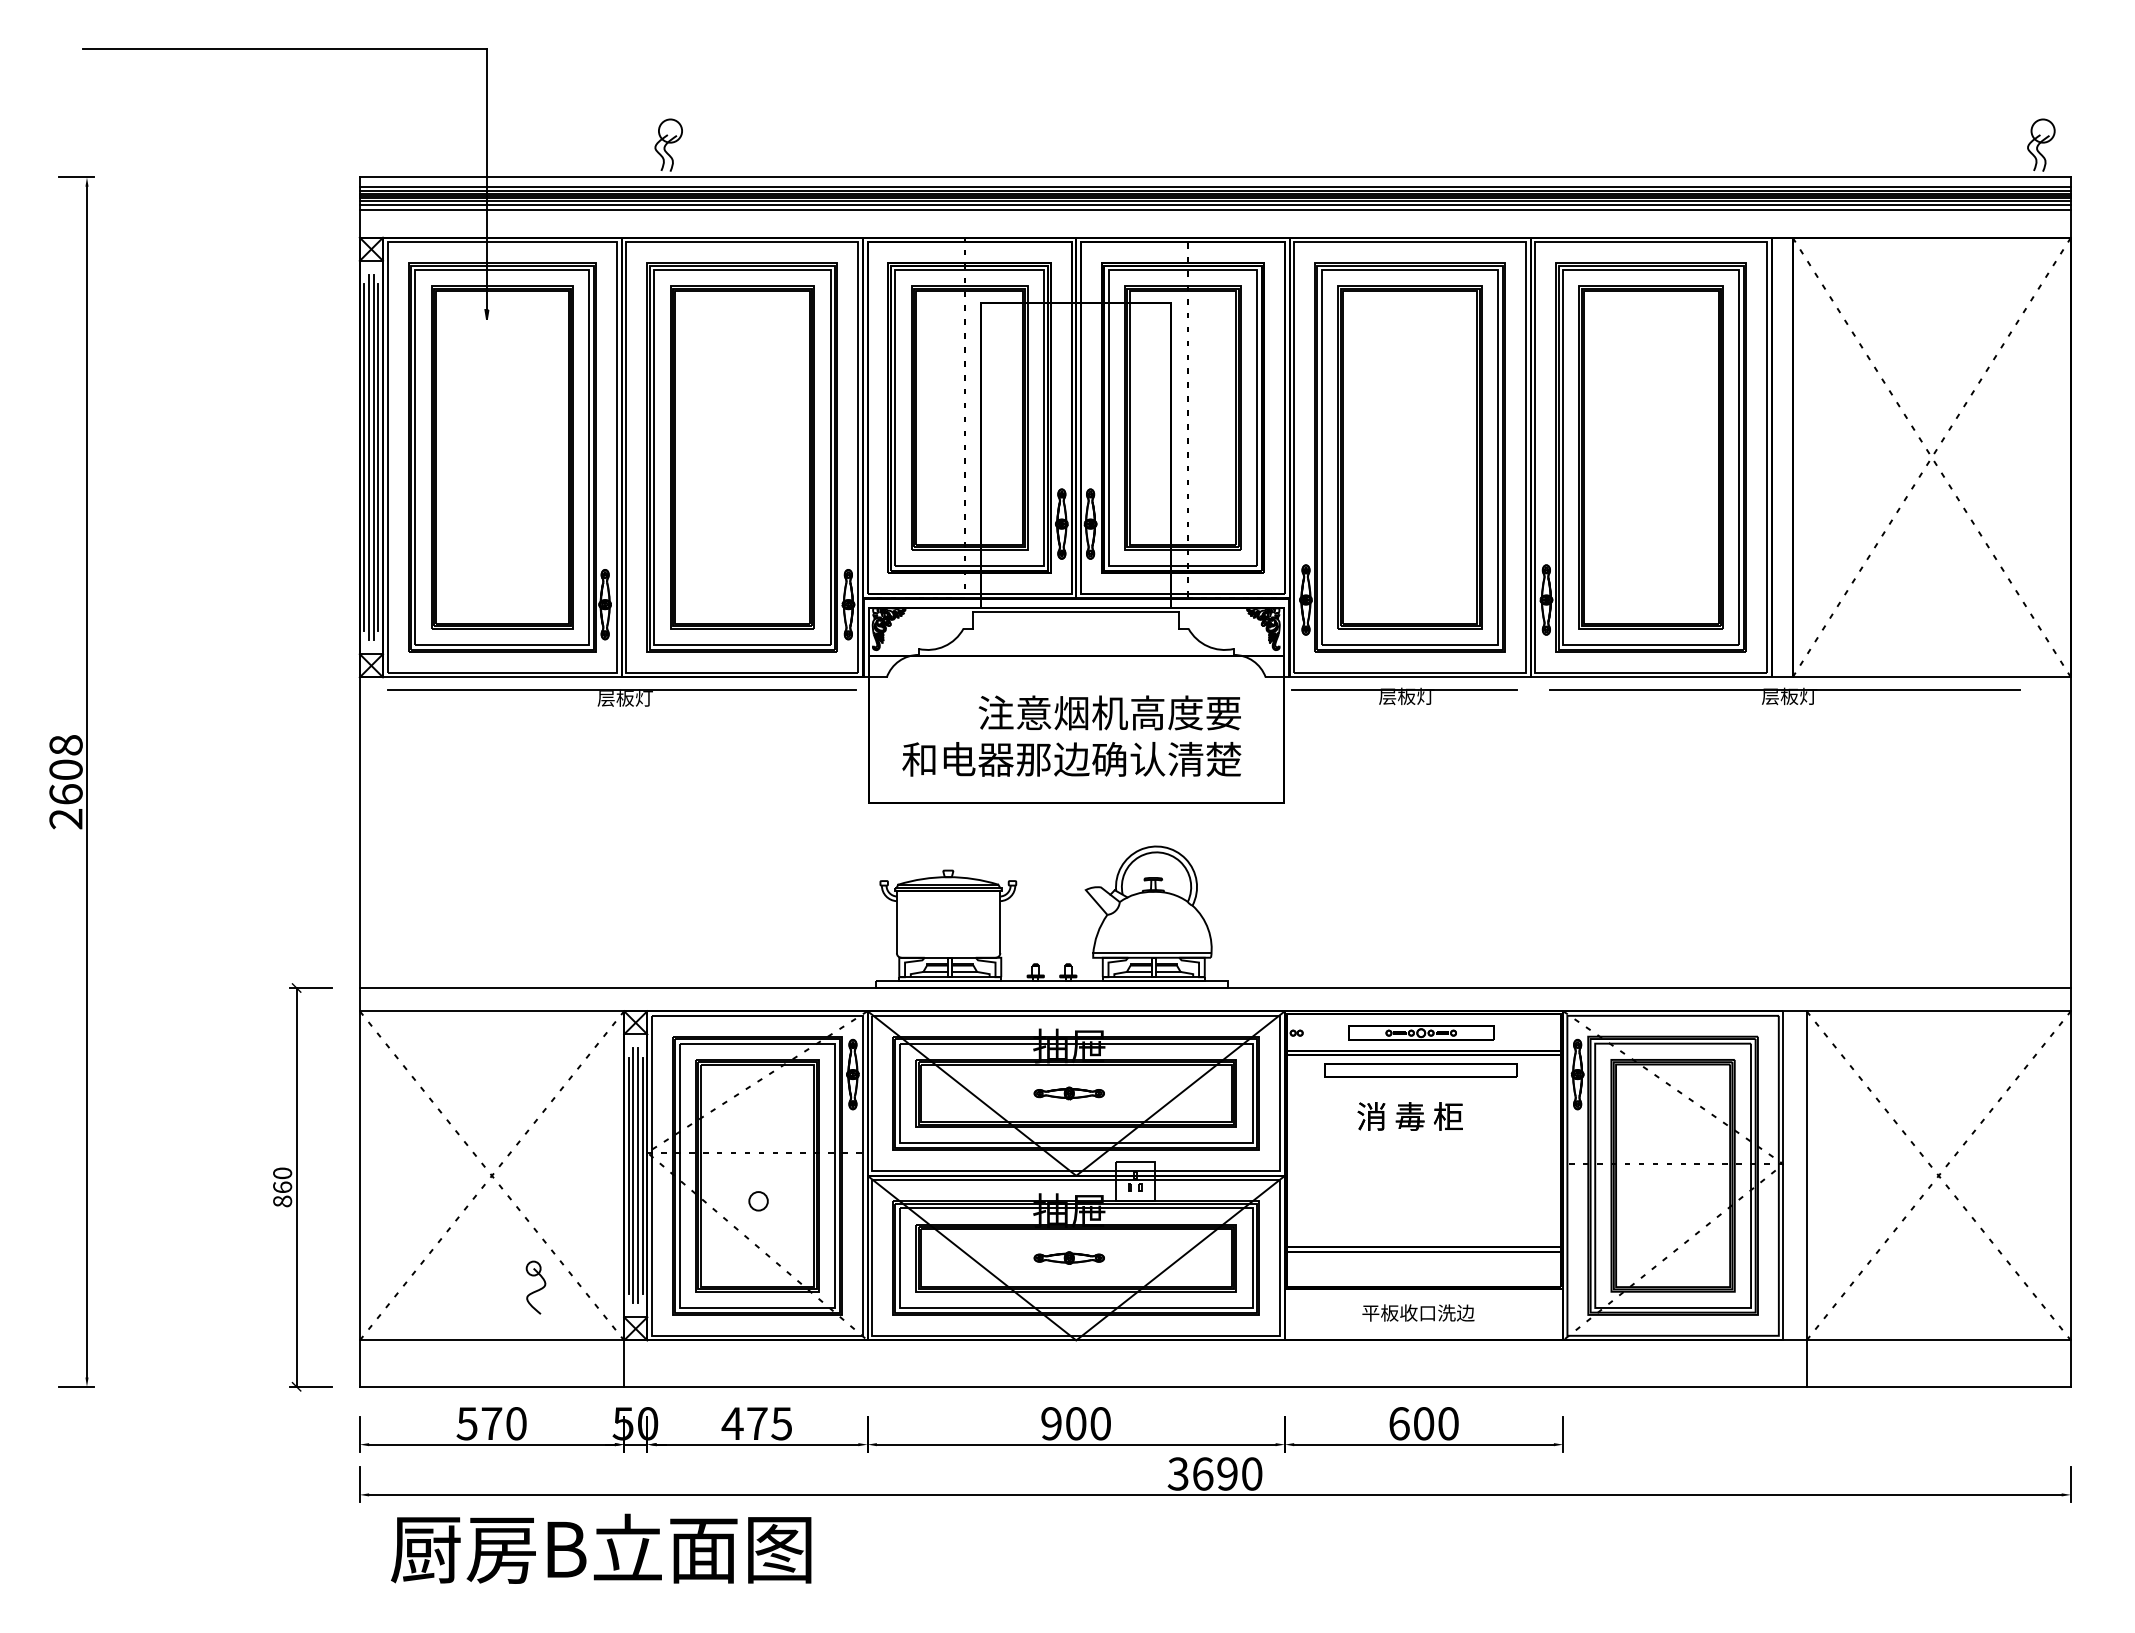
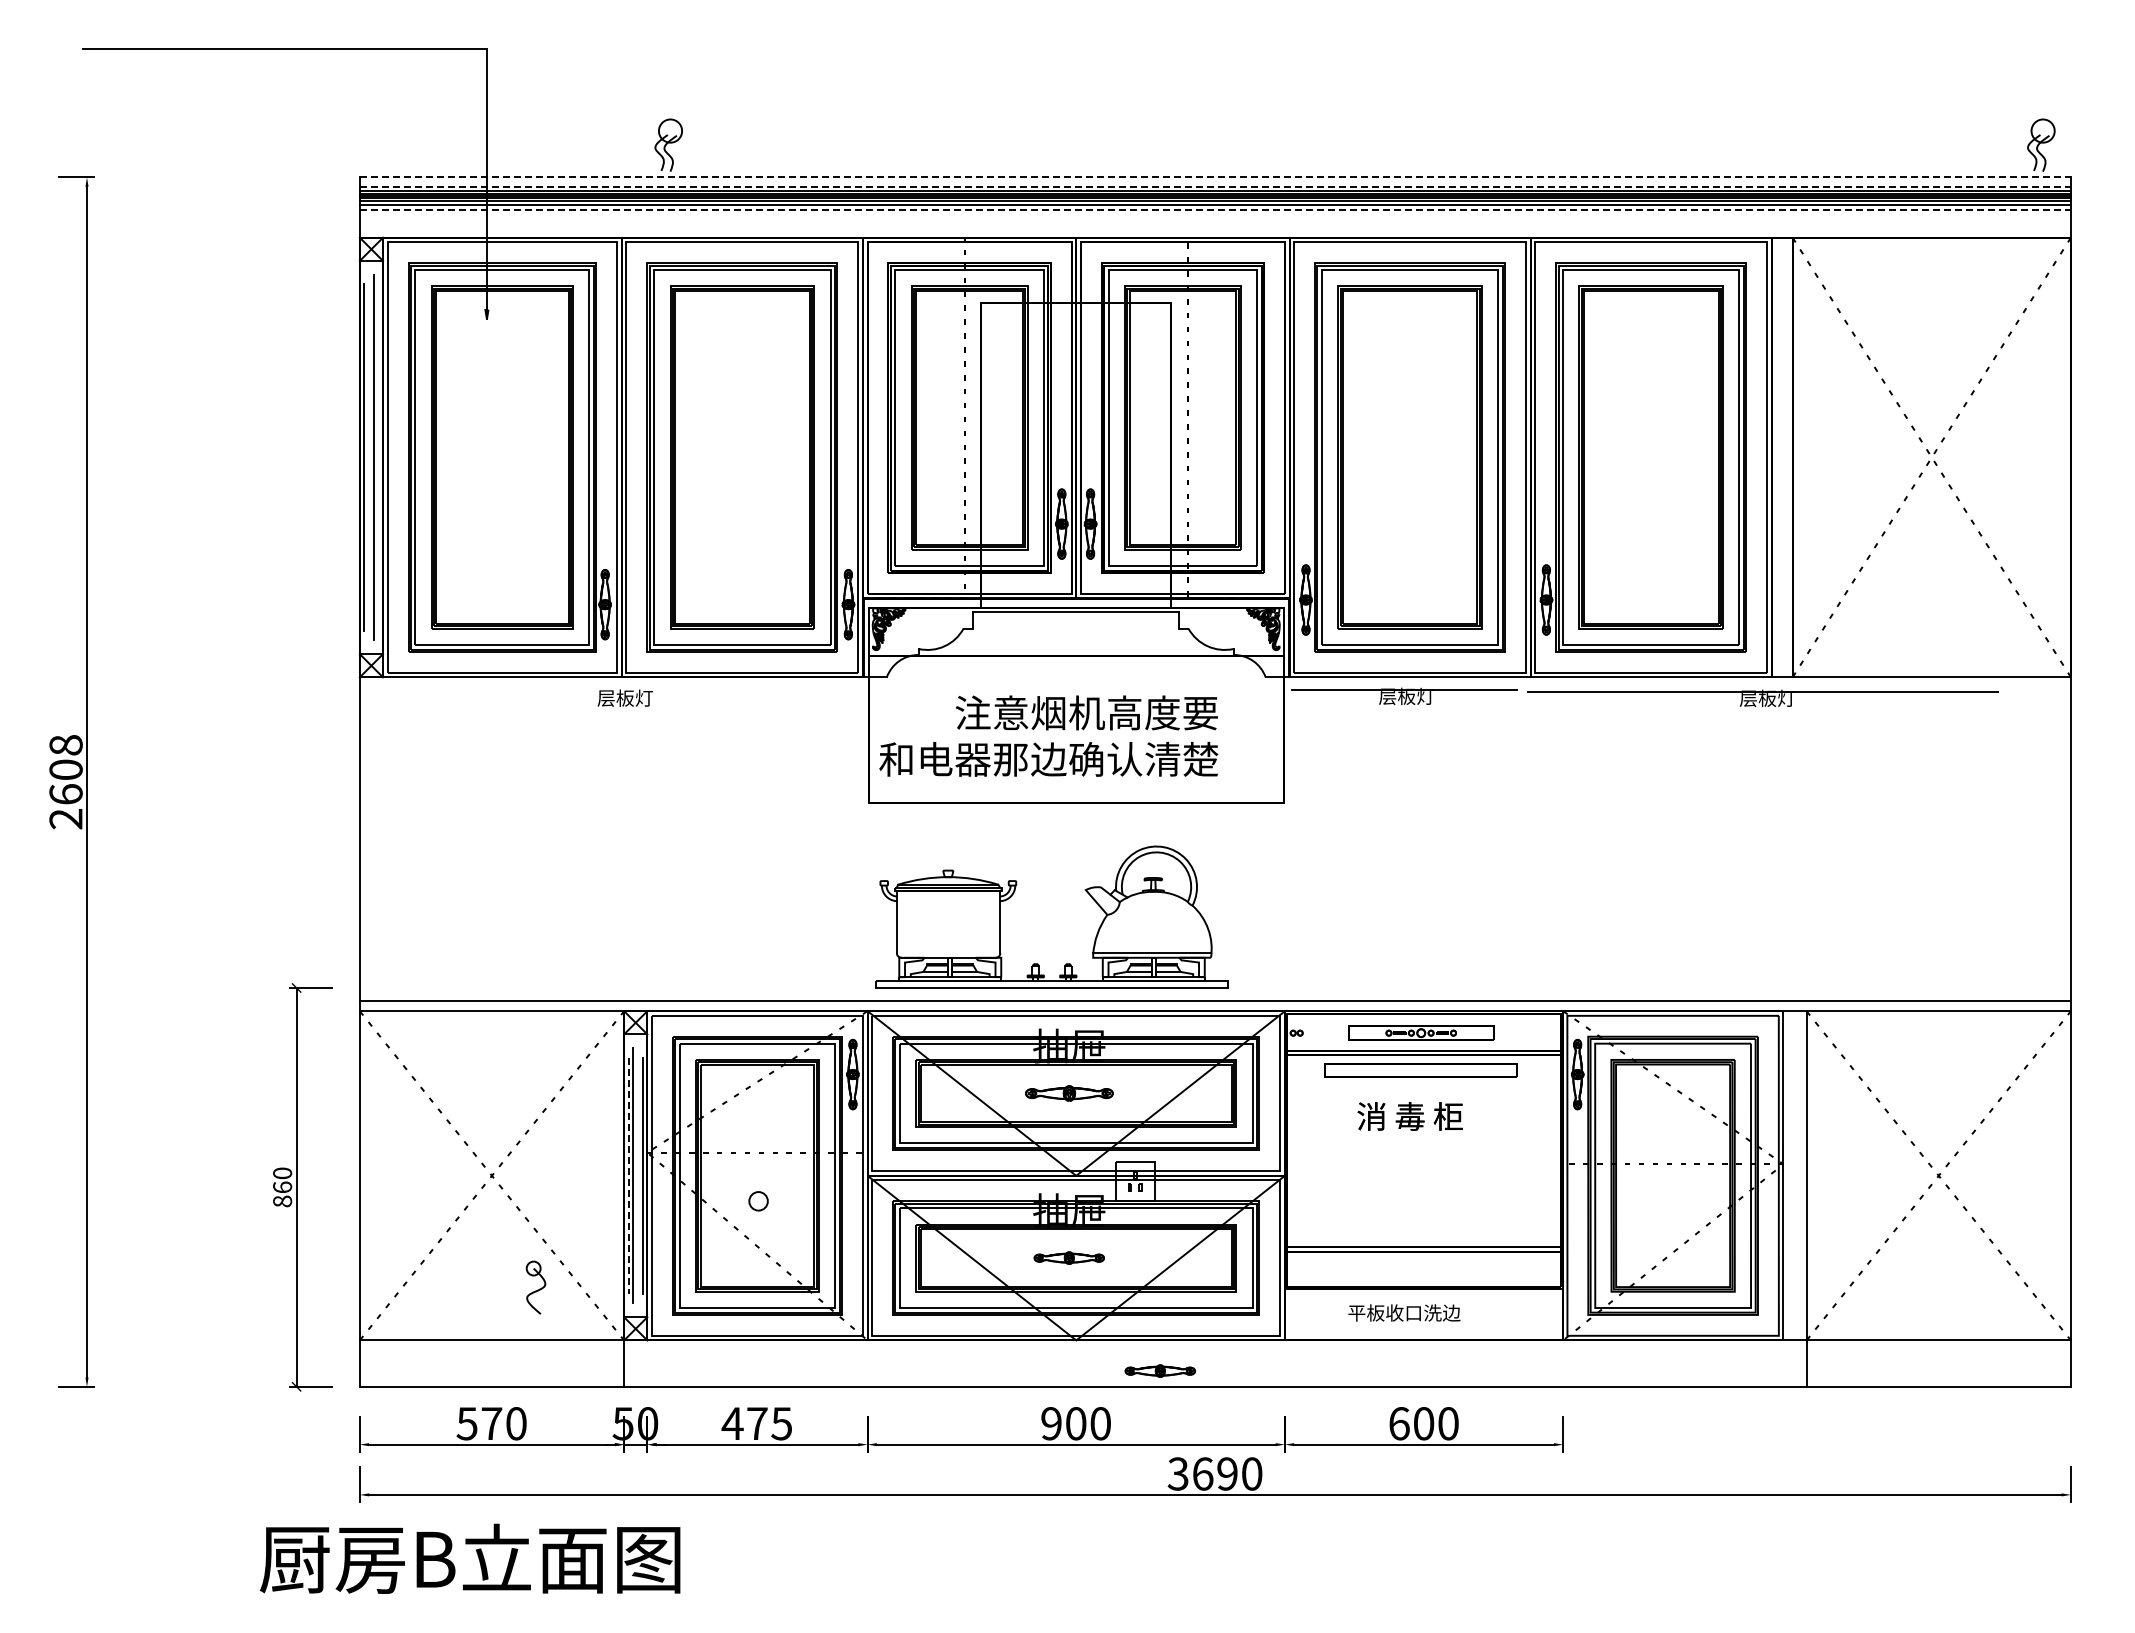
line at (1215, 177): solid -> dashed
line at (1215, 186): solid -> dashed
line at (1215, 209): solid -> dashed
line at (369, 457): present -> none
line at (378, 457): present -> none
line at (622, 689): present -> none
part at (1784, 696) position: (1784, 696) -> (1762, 698)
text at (1071, 735) position: (1071, 735) -> (1048, 735)
line at (1214, 988) position: (1214, 988) -> (1214, 1001)
part at (1068, 1093) size: 72x15 px -> 89x17 px
line at (638, 1175): present -> none
line at (628, 1176): solid -> dashed
text at (1418, 1312) position: (1418, 1312) -> (1404, 1312)
part at (1159, 1370): none -> present
text at (601, 1548) position: (601, 1548) -> (470, 1558)
